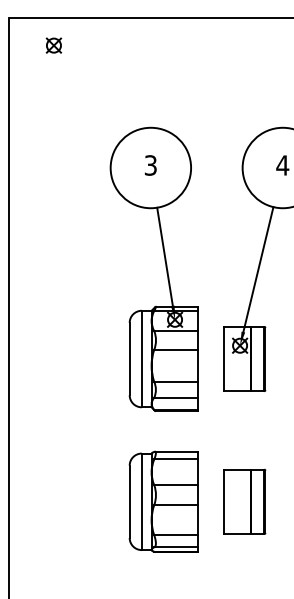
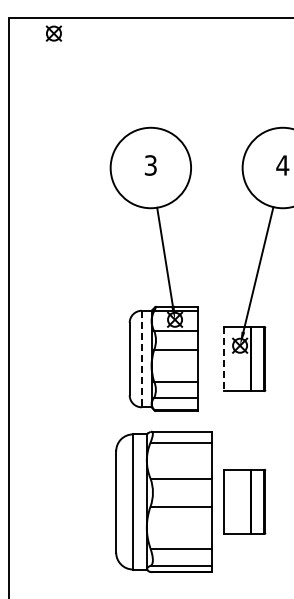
part at (53, 45) position: (53, 45) -> (53, 33)
line at (141, 359): solid -> dashed
line at (224, 359): solid -> dashed
part at (163, 501) size: 71x103 px -> 98x144 px
